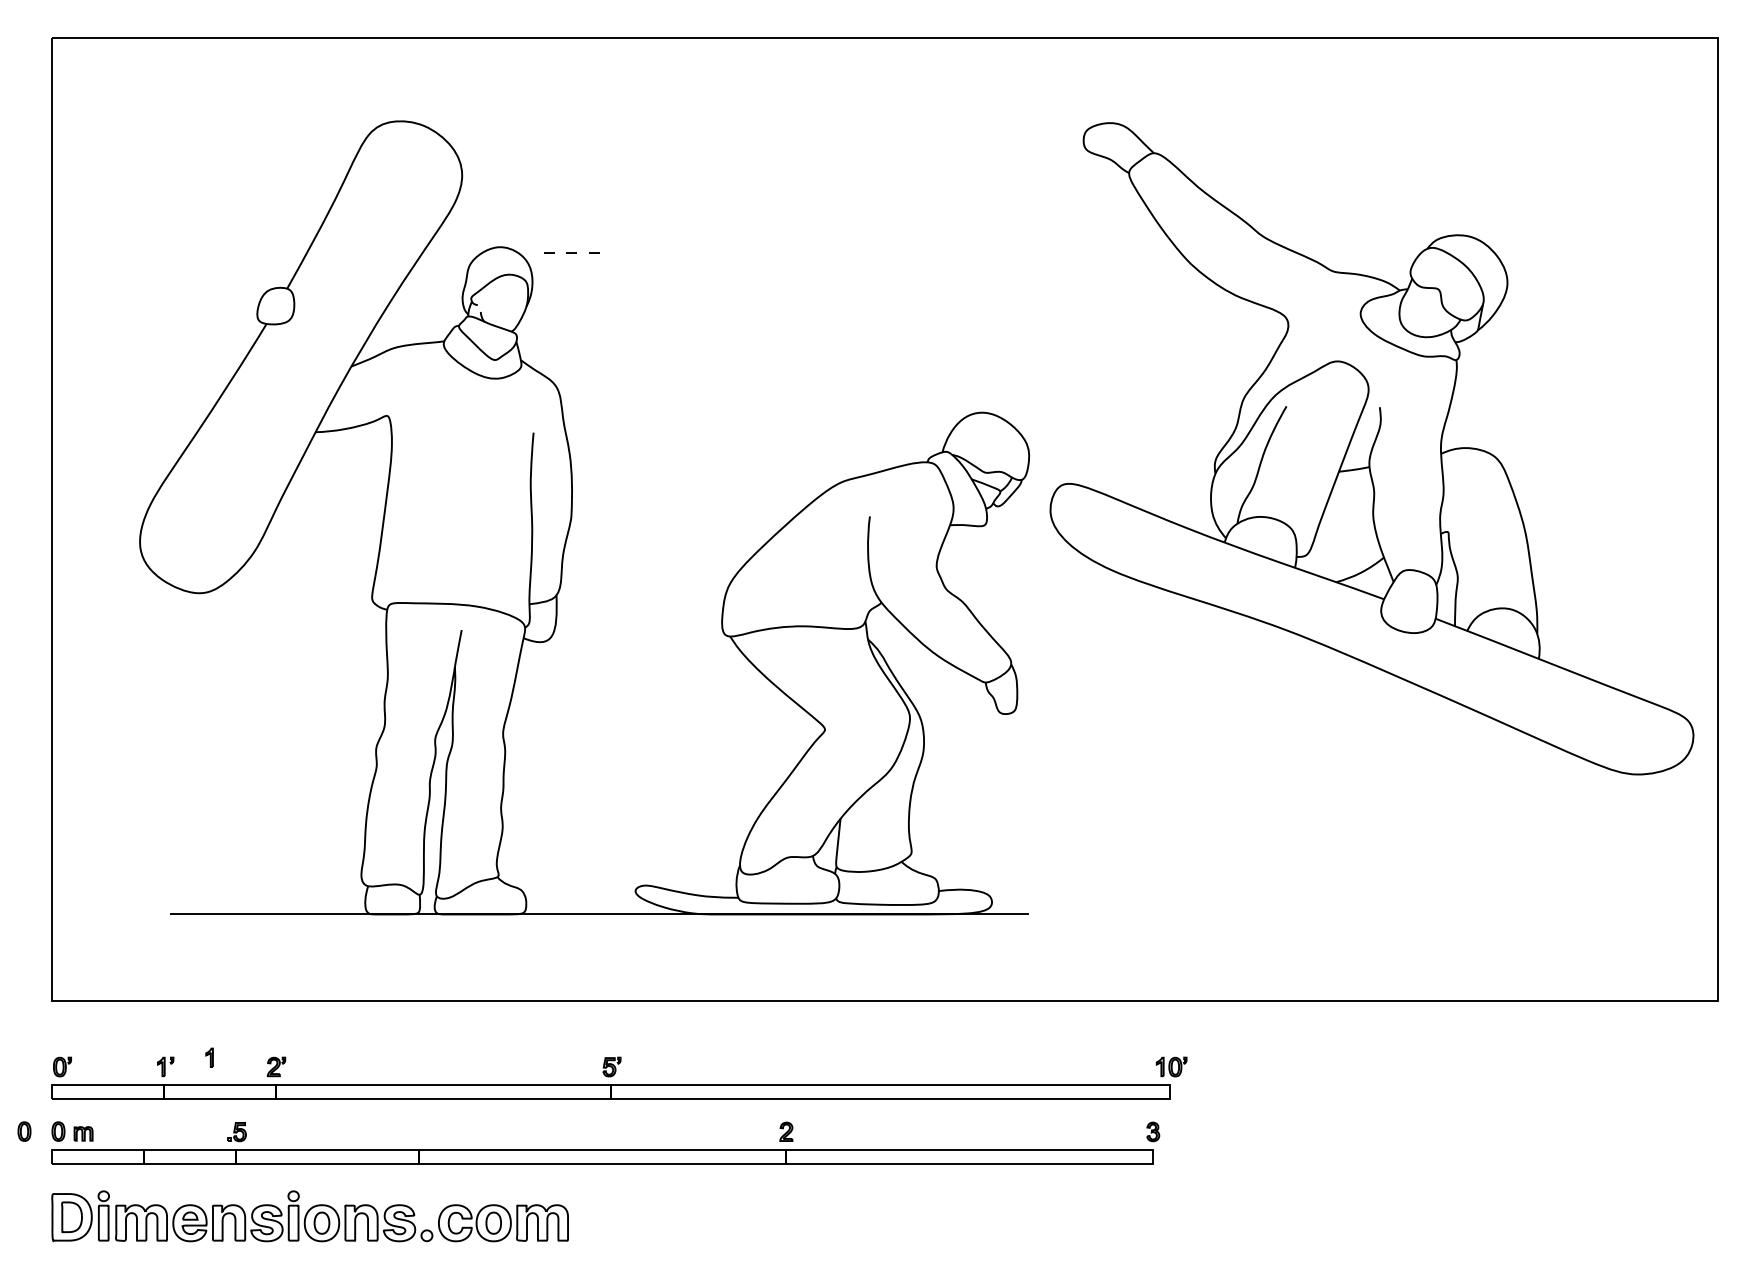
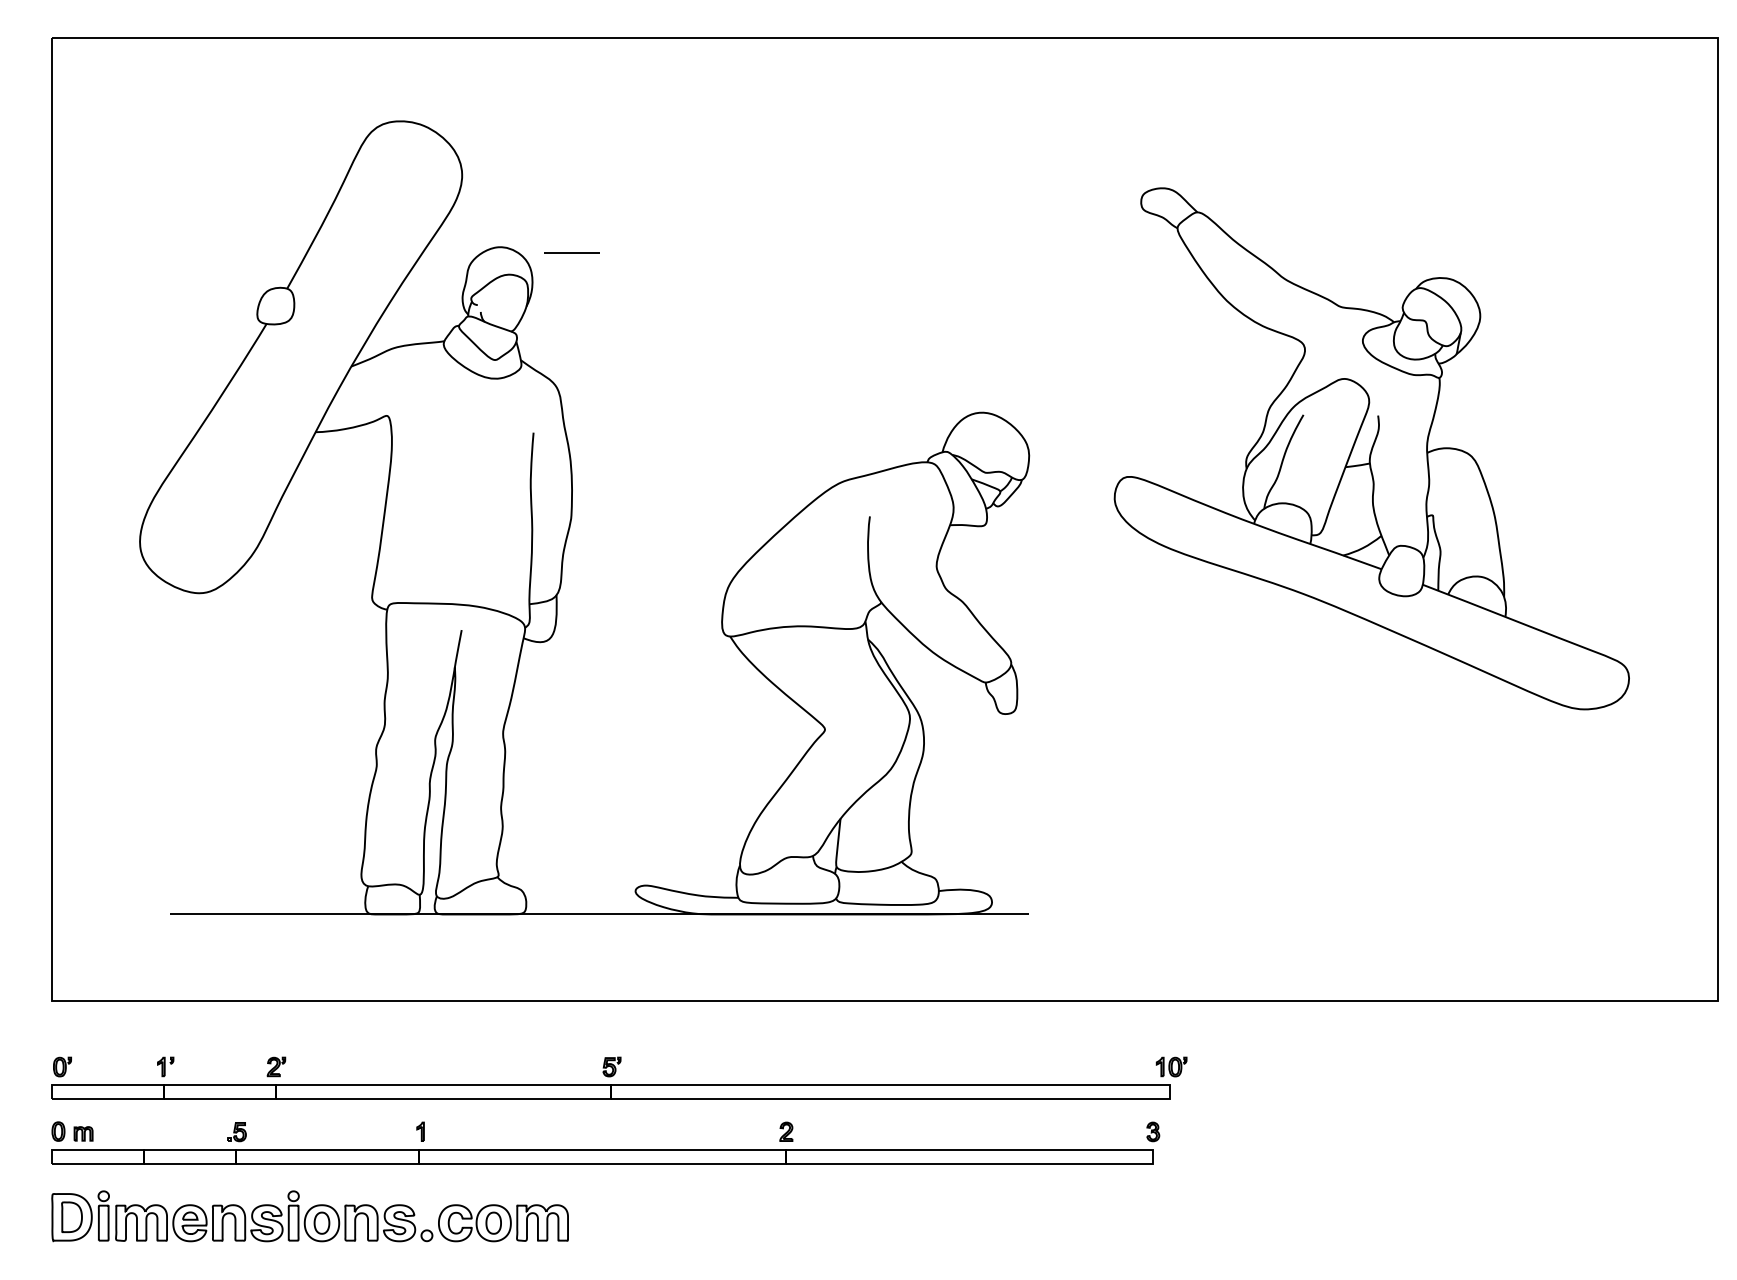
line at (571, 253): dashed -> solid
part at (1371, 448) size: 646x654 px -> 517x524 px
part at (209, 1057) position: (209, 1057) -> (420, 1131)
part at (24, 1131): present -> none
